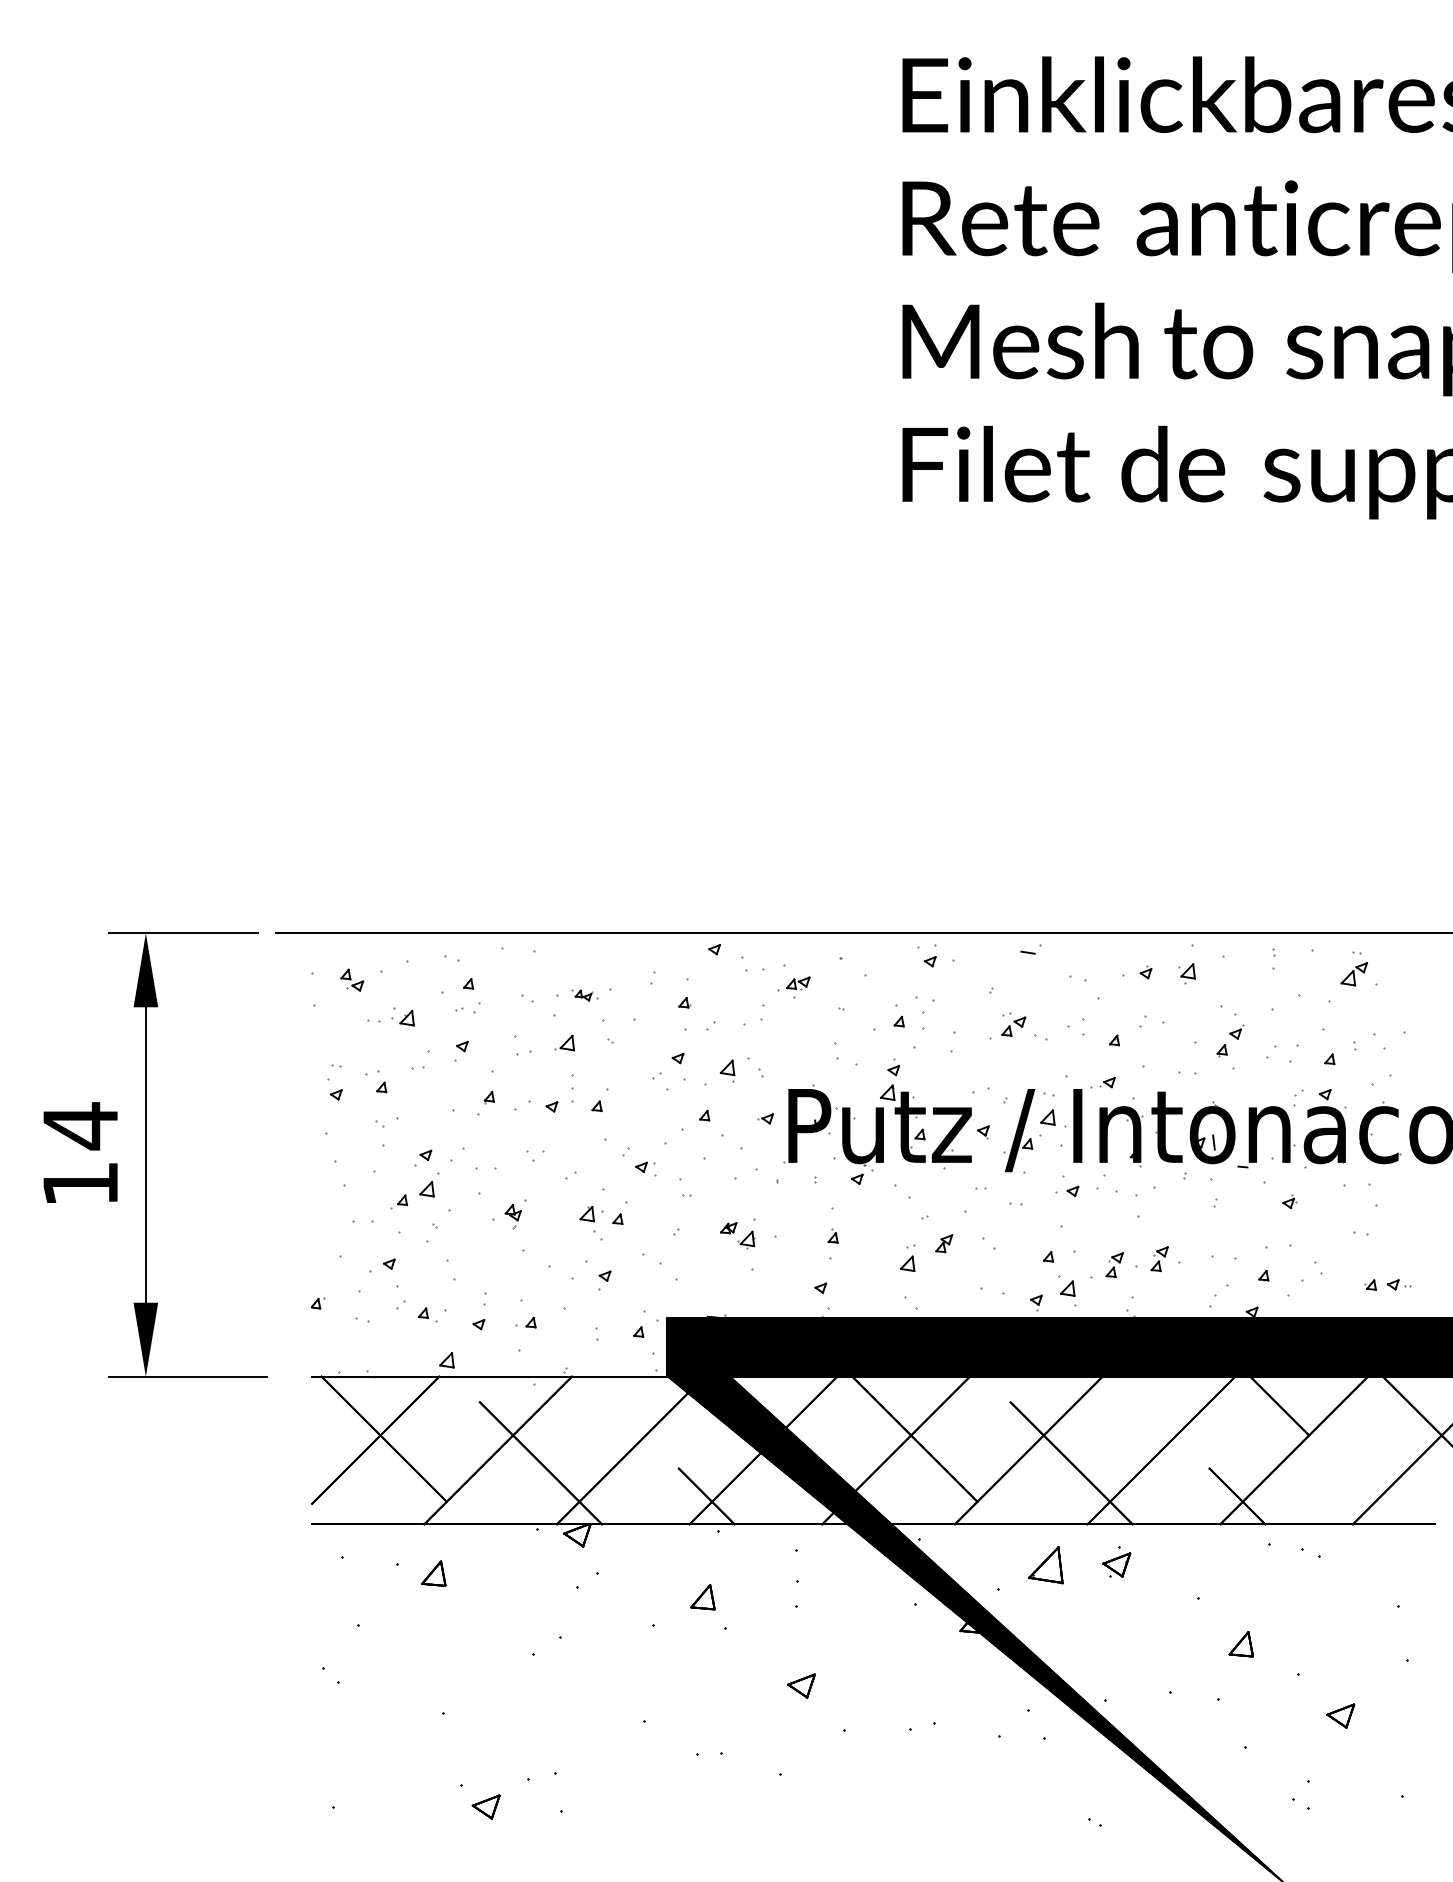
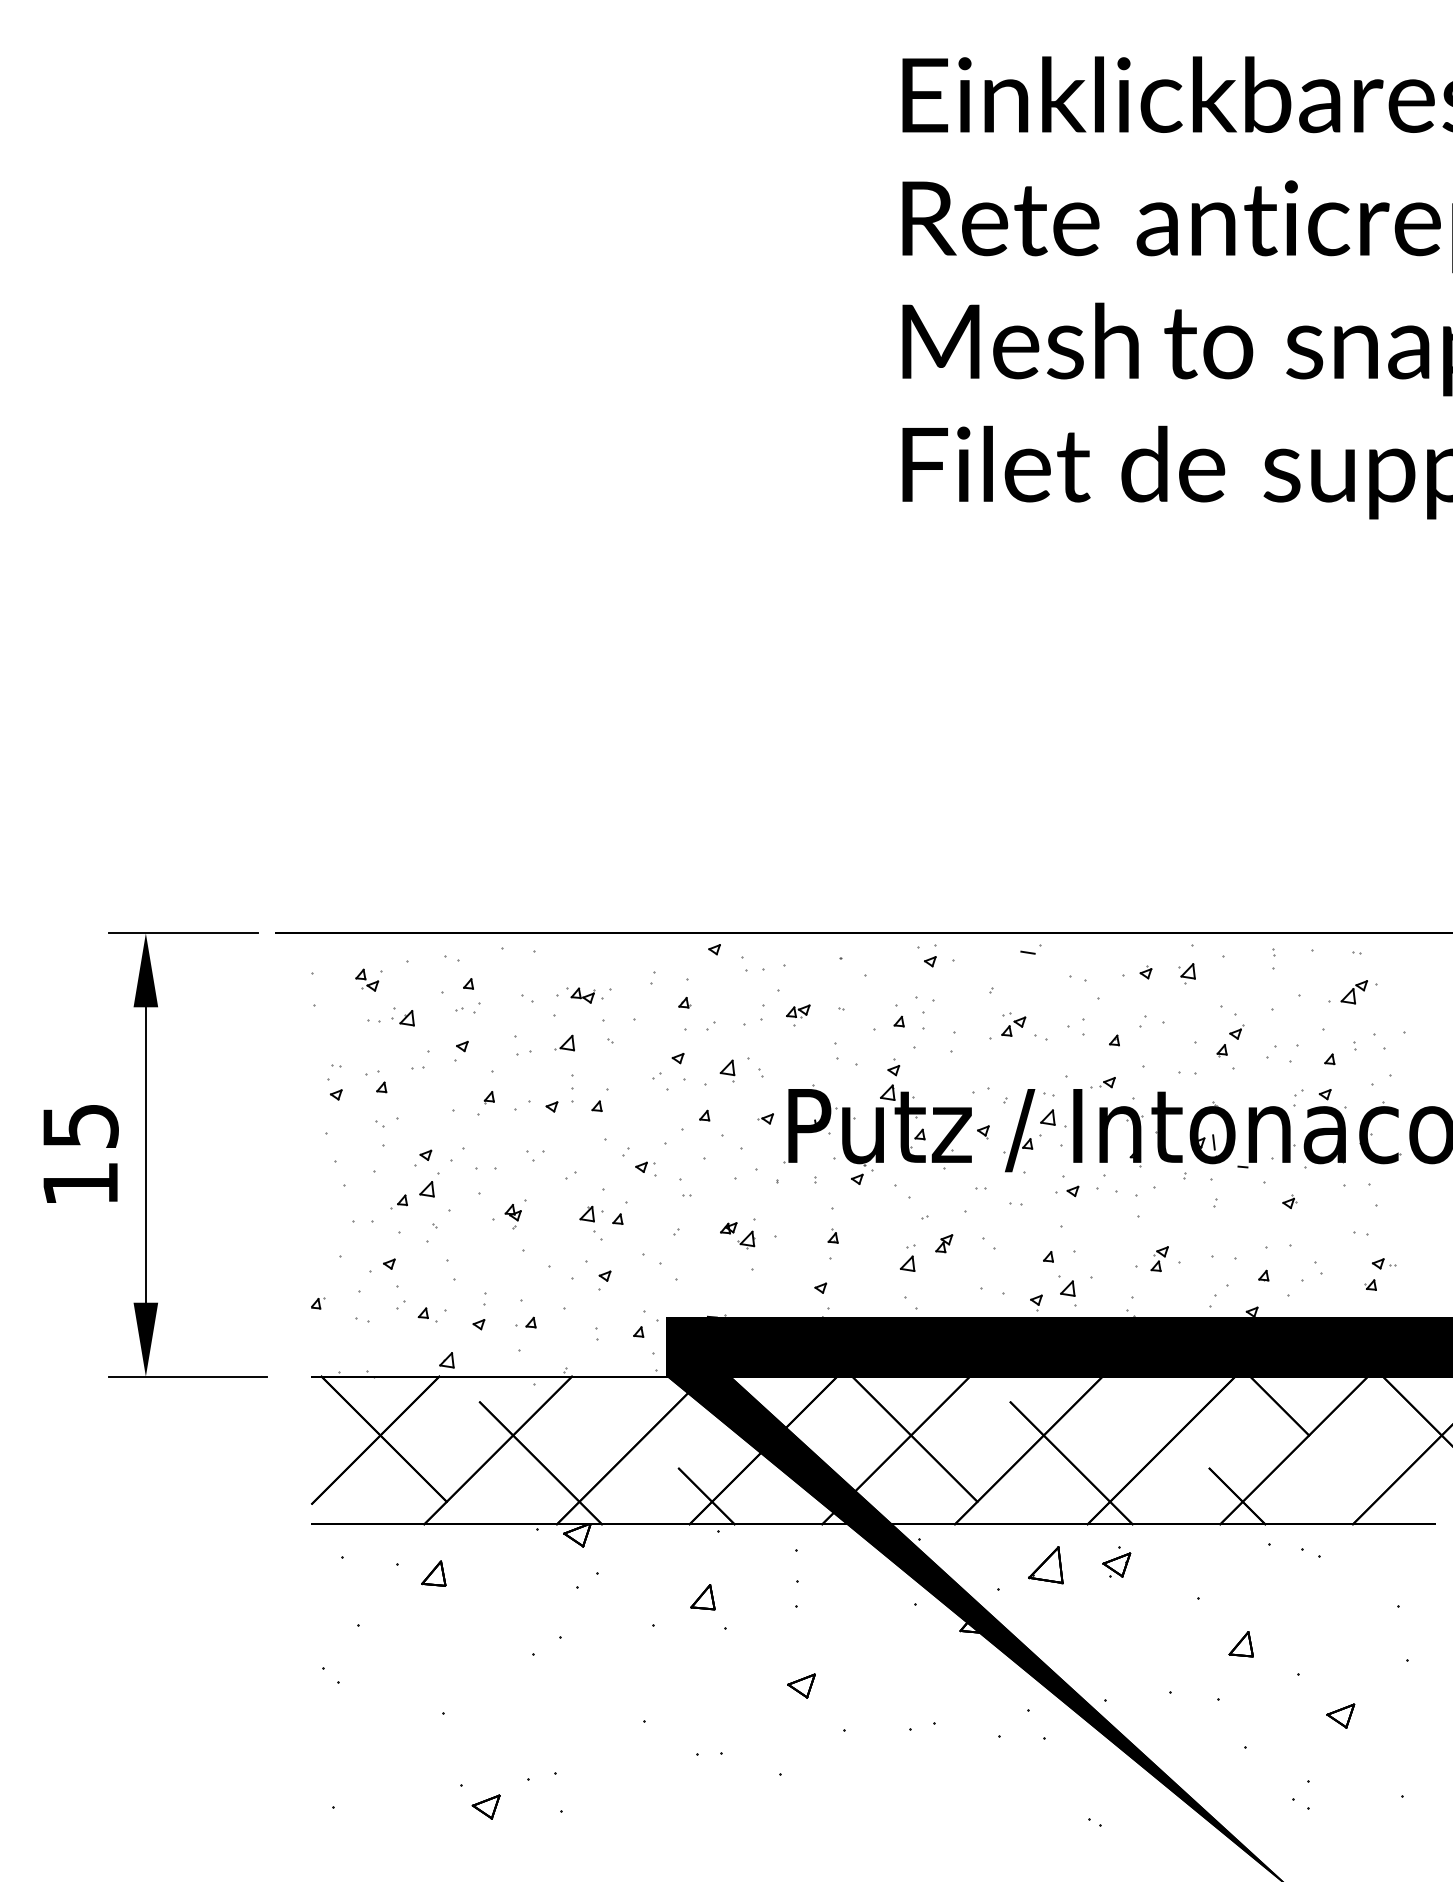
part at (1353, 974) position: (1353, 974) -> (1353, 992)
part at (352, 979) position: (352, 979) -> (367, 979)
part at (798, 987) position: (798, 987) -> (798, 1015)
part at (584, 995) size: 28x13 px -> 38x17 px
text at (80, 1126): 14 -> 15
part at (1114, 1265): present -> none
part at (1398, 1284) position: (1398, 1284) -> (1383, 1263)
